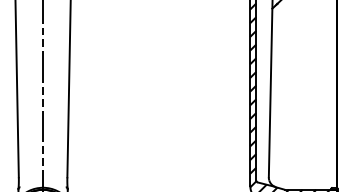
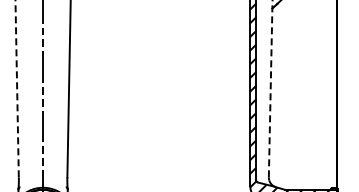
line at (17, 88): solid -> dashed
line at (270, 88): solid -> dashed
